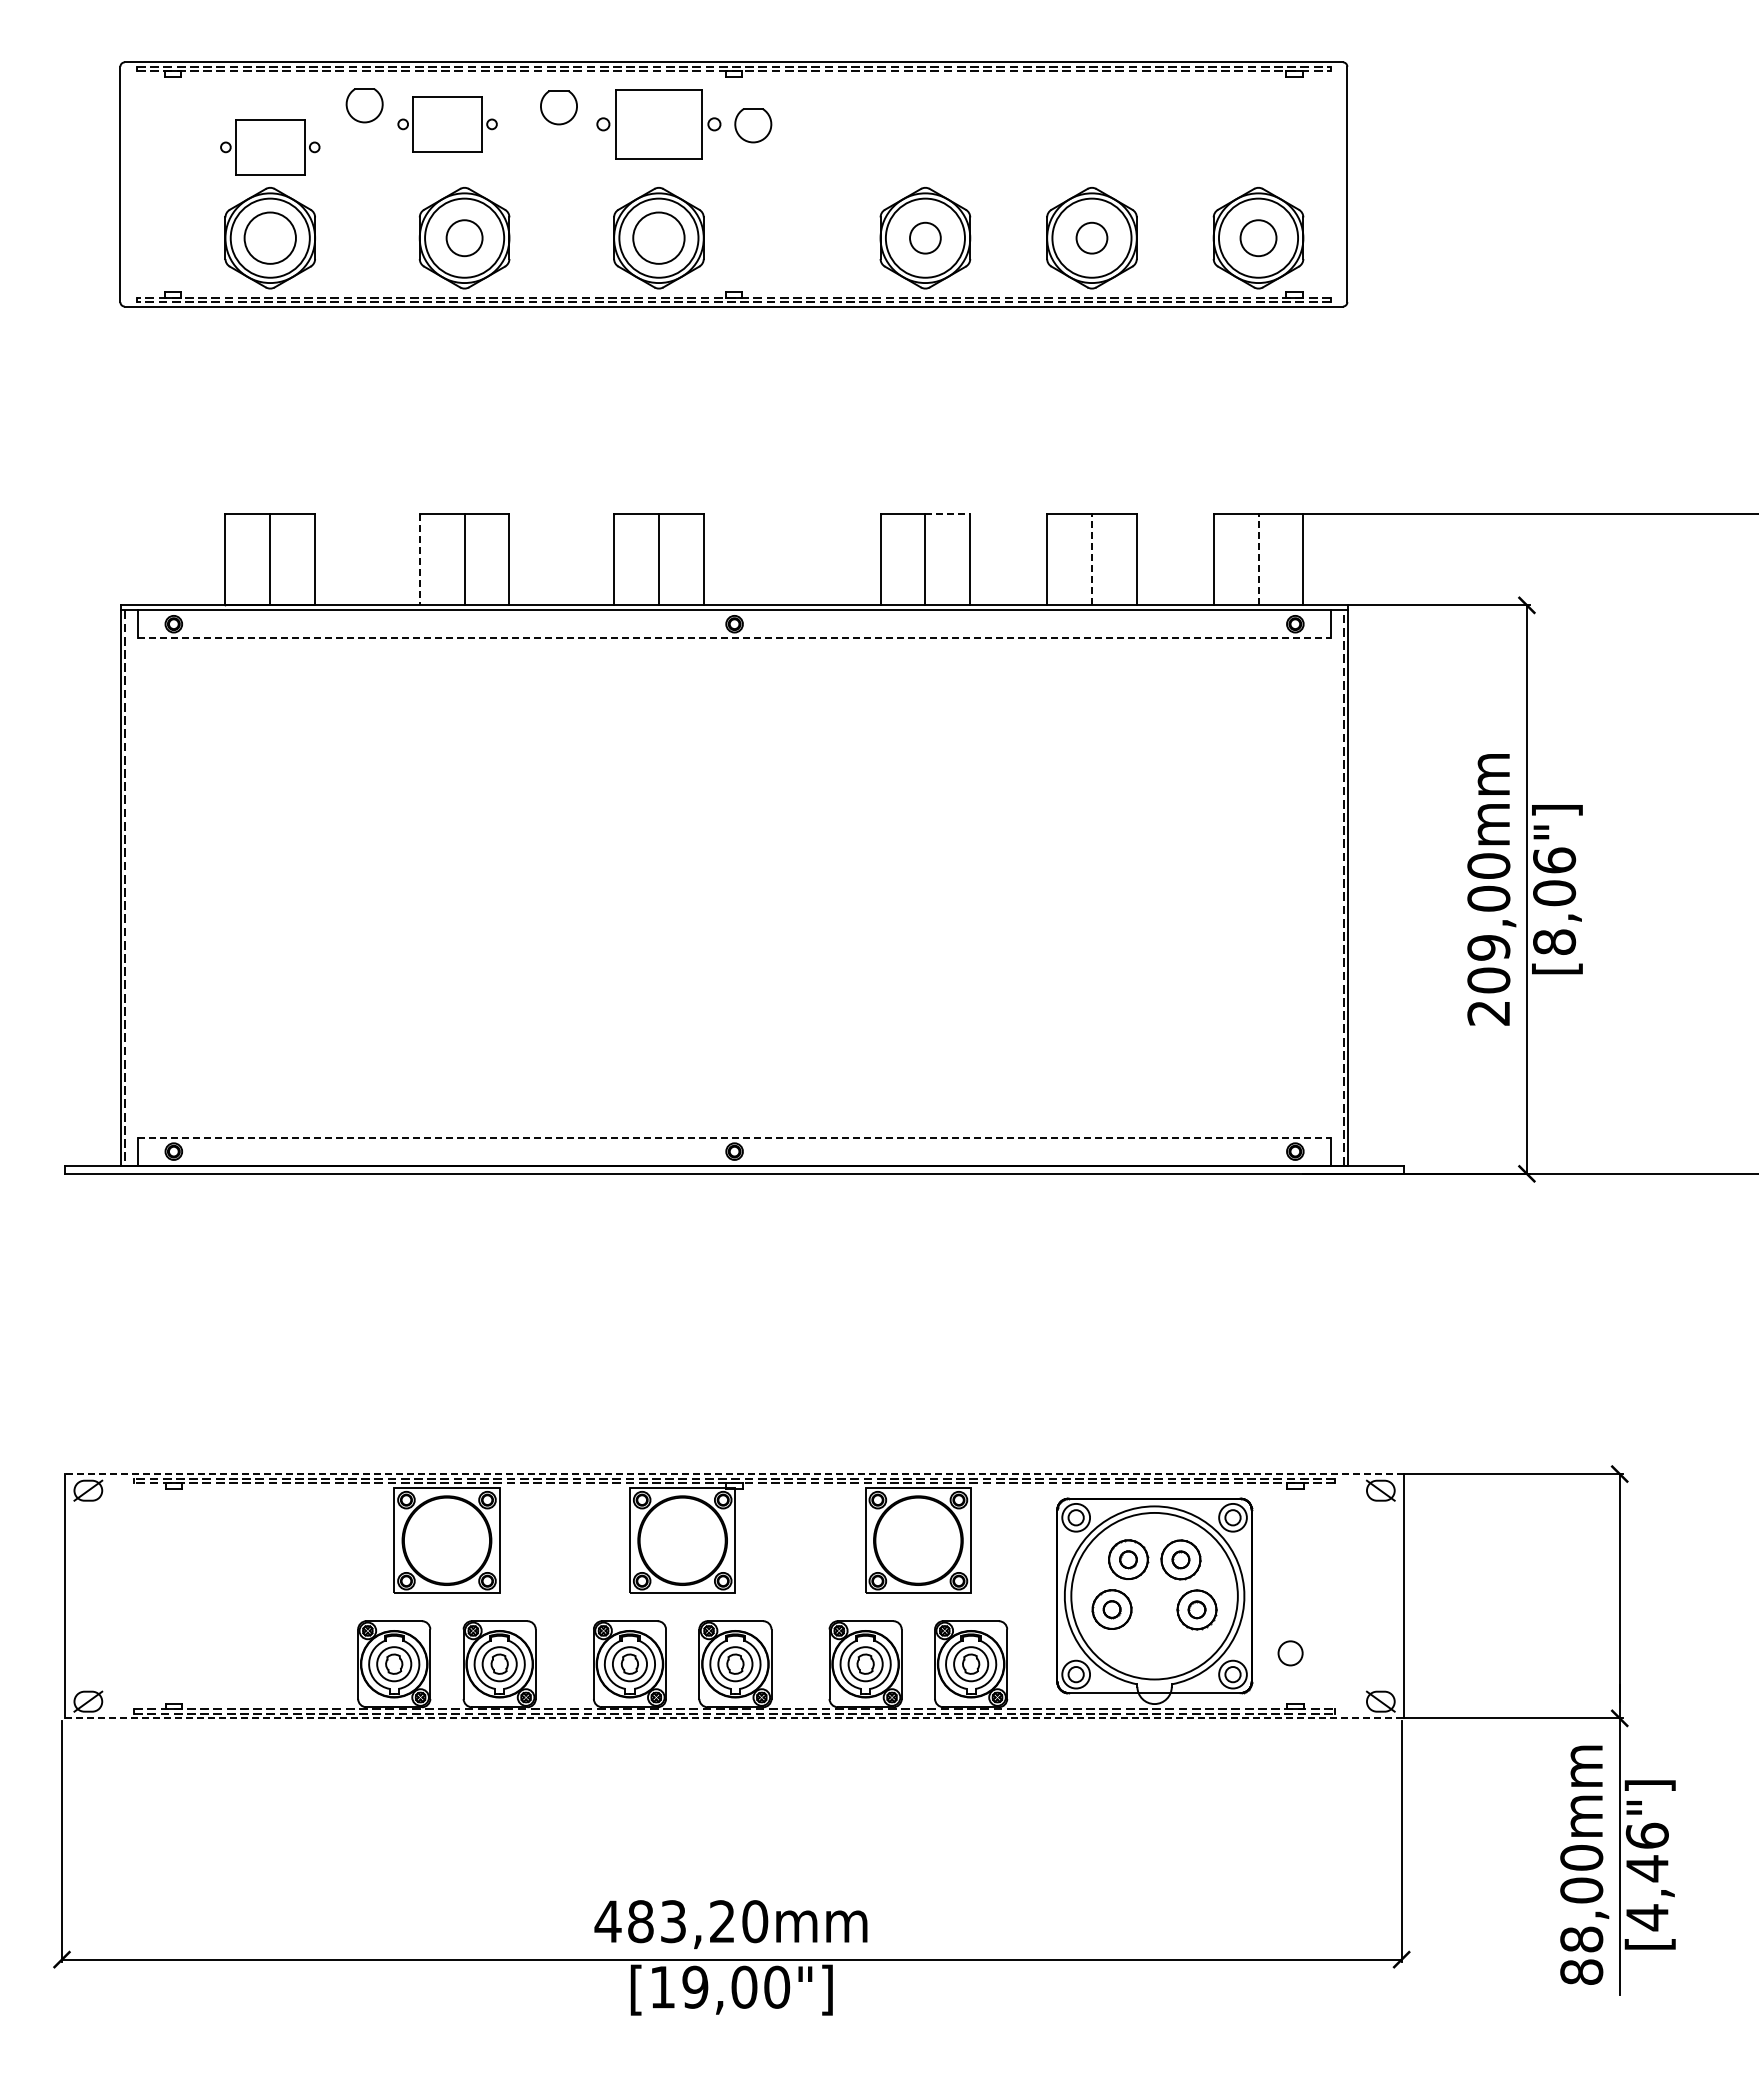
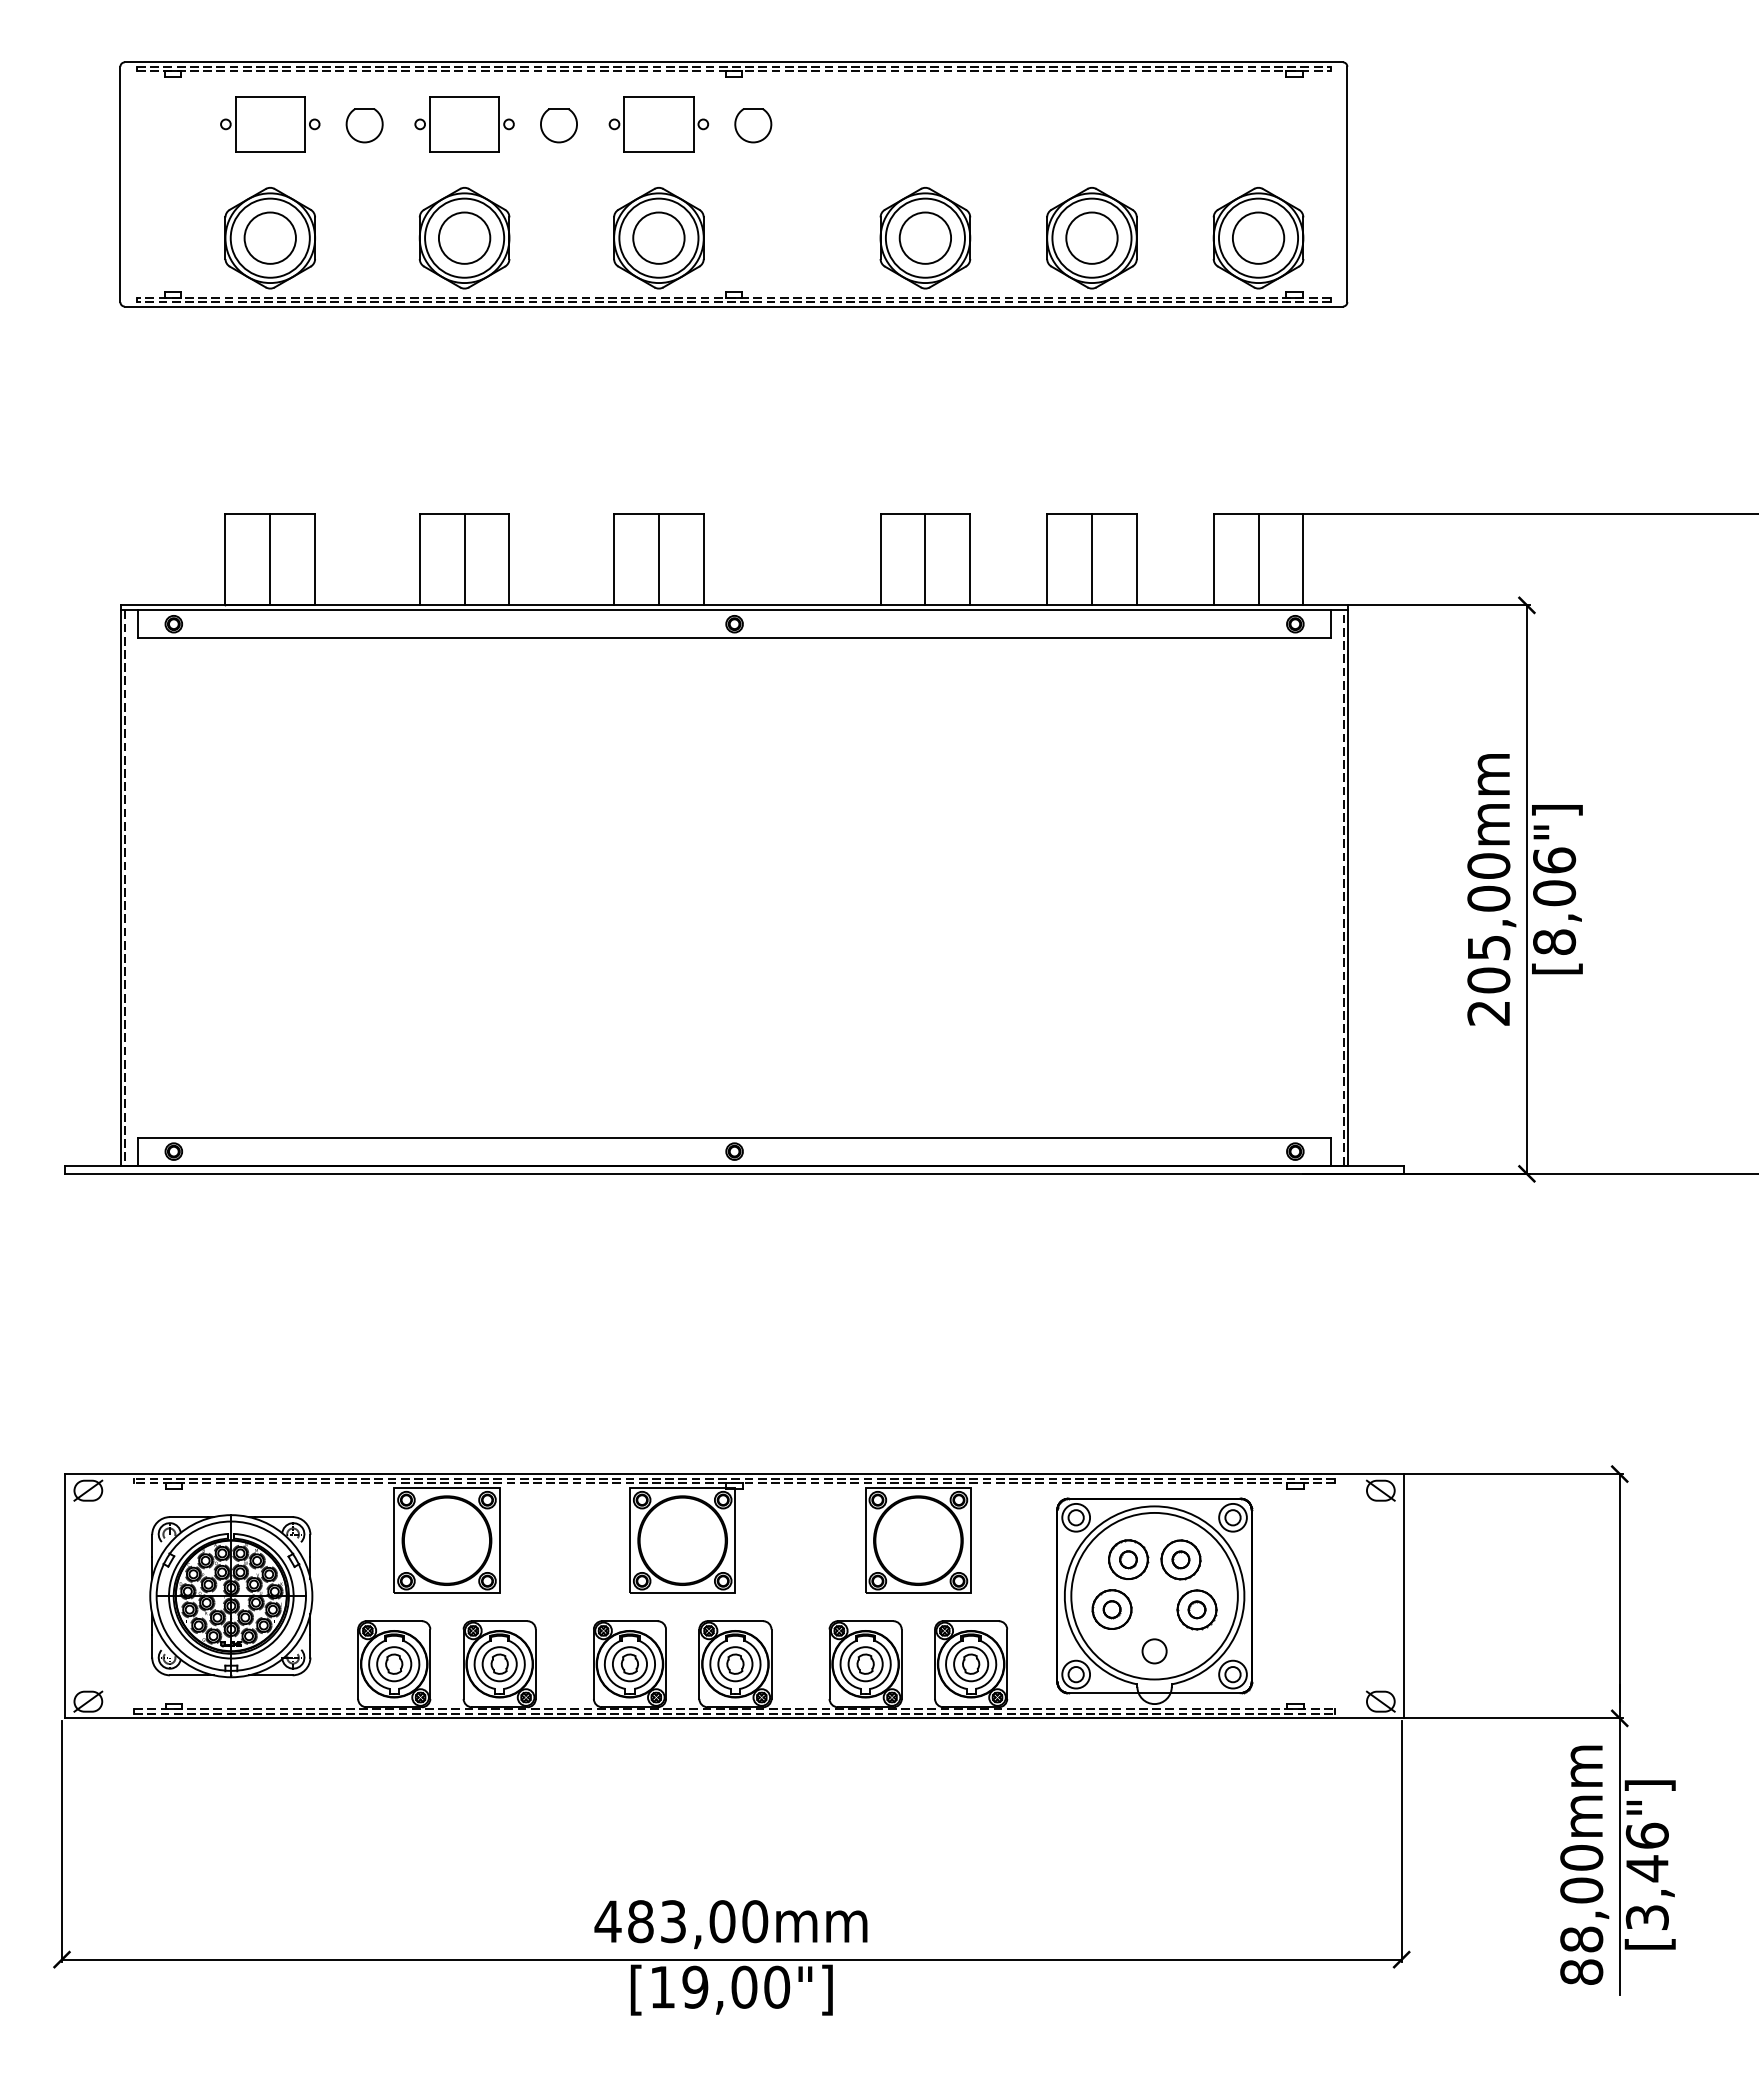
part at (364, 105) position: (364, 105) -> (364, 125)
part at (558, 107) position: (558, 107) -> (558, 125)
part at (447, 124) position: (447, 124) -> (464, 124)
part at (658, 124) size: 126x71 px -> 102x57 px
part at (270, 147) position: (270, 147) -> (270, 124)
circle at (925, 237) diameter: 31 px -> 51 px
circle at (1091, 237) diameter: 31 px -> 51 px
circle at (464, 238) diameter: 36 px -> 51 px
circle at (1258, 238) diameter: 36 px -> 51 px
line at (948, 513): dashed -> solid
line at (419, 559): dashed -> solid
line at (1091, 559): dashed -> solid
line at (1258, 559): dashed -> solid
line at (734, 638): dashed -> solid
text at (1488, 947): 209,00mm -> 205,00mm
line at (735, 1137): dashed -> solid
line at (734, 1474): dashed -> solid
part at (231, 1596): none -> present
circle at (1290, 1653) position: (1290, 1653) -> (1154, 1651)
line at (734, 1718): dashed -> solid
text at (1646, 1917): [4,46"] -> [3,46"]
text at (722, 1921): 483,20mm -> 483,00mm
